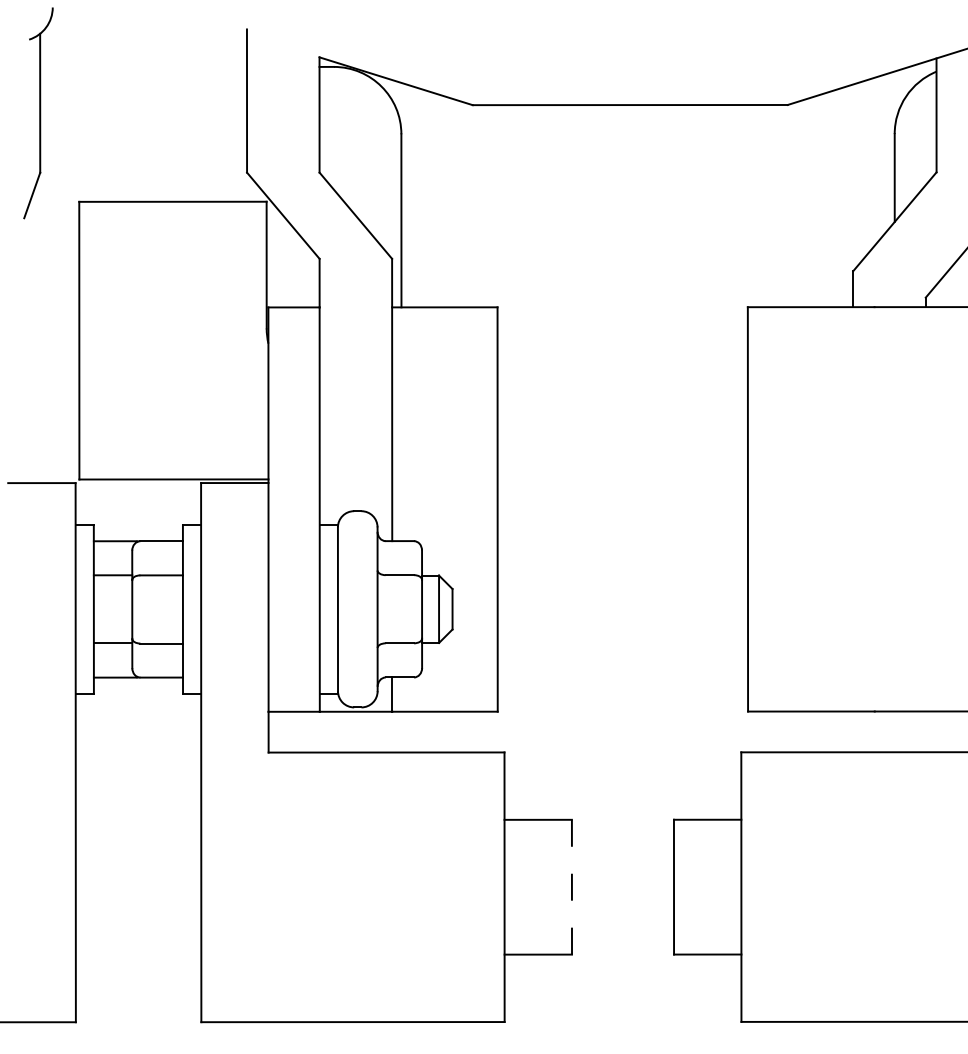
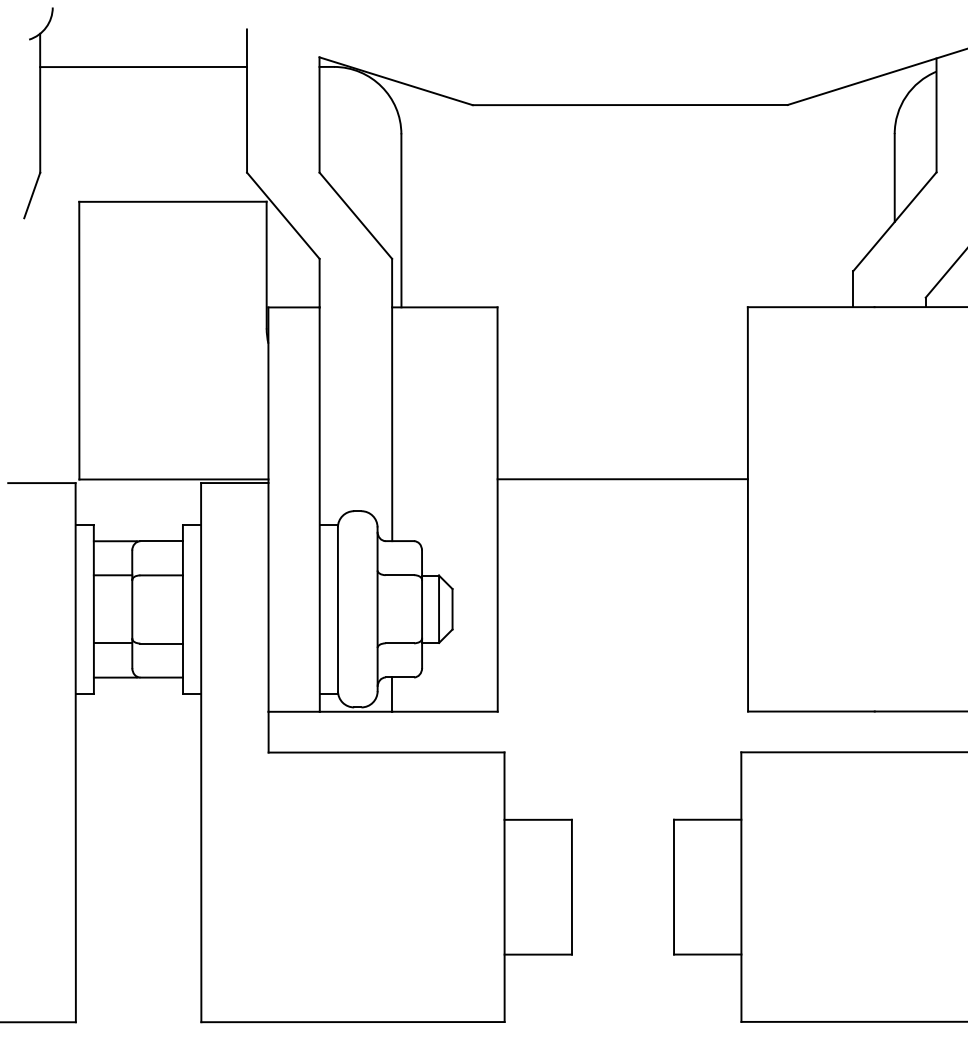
line at (143, 66): none -> present
line at (622, 479): none -> present
line at (571, 887): dashed -> solid
